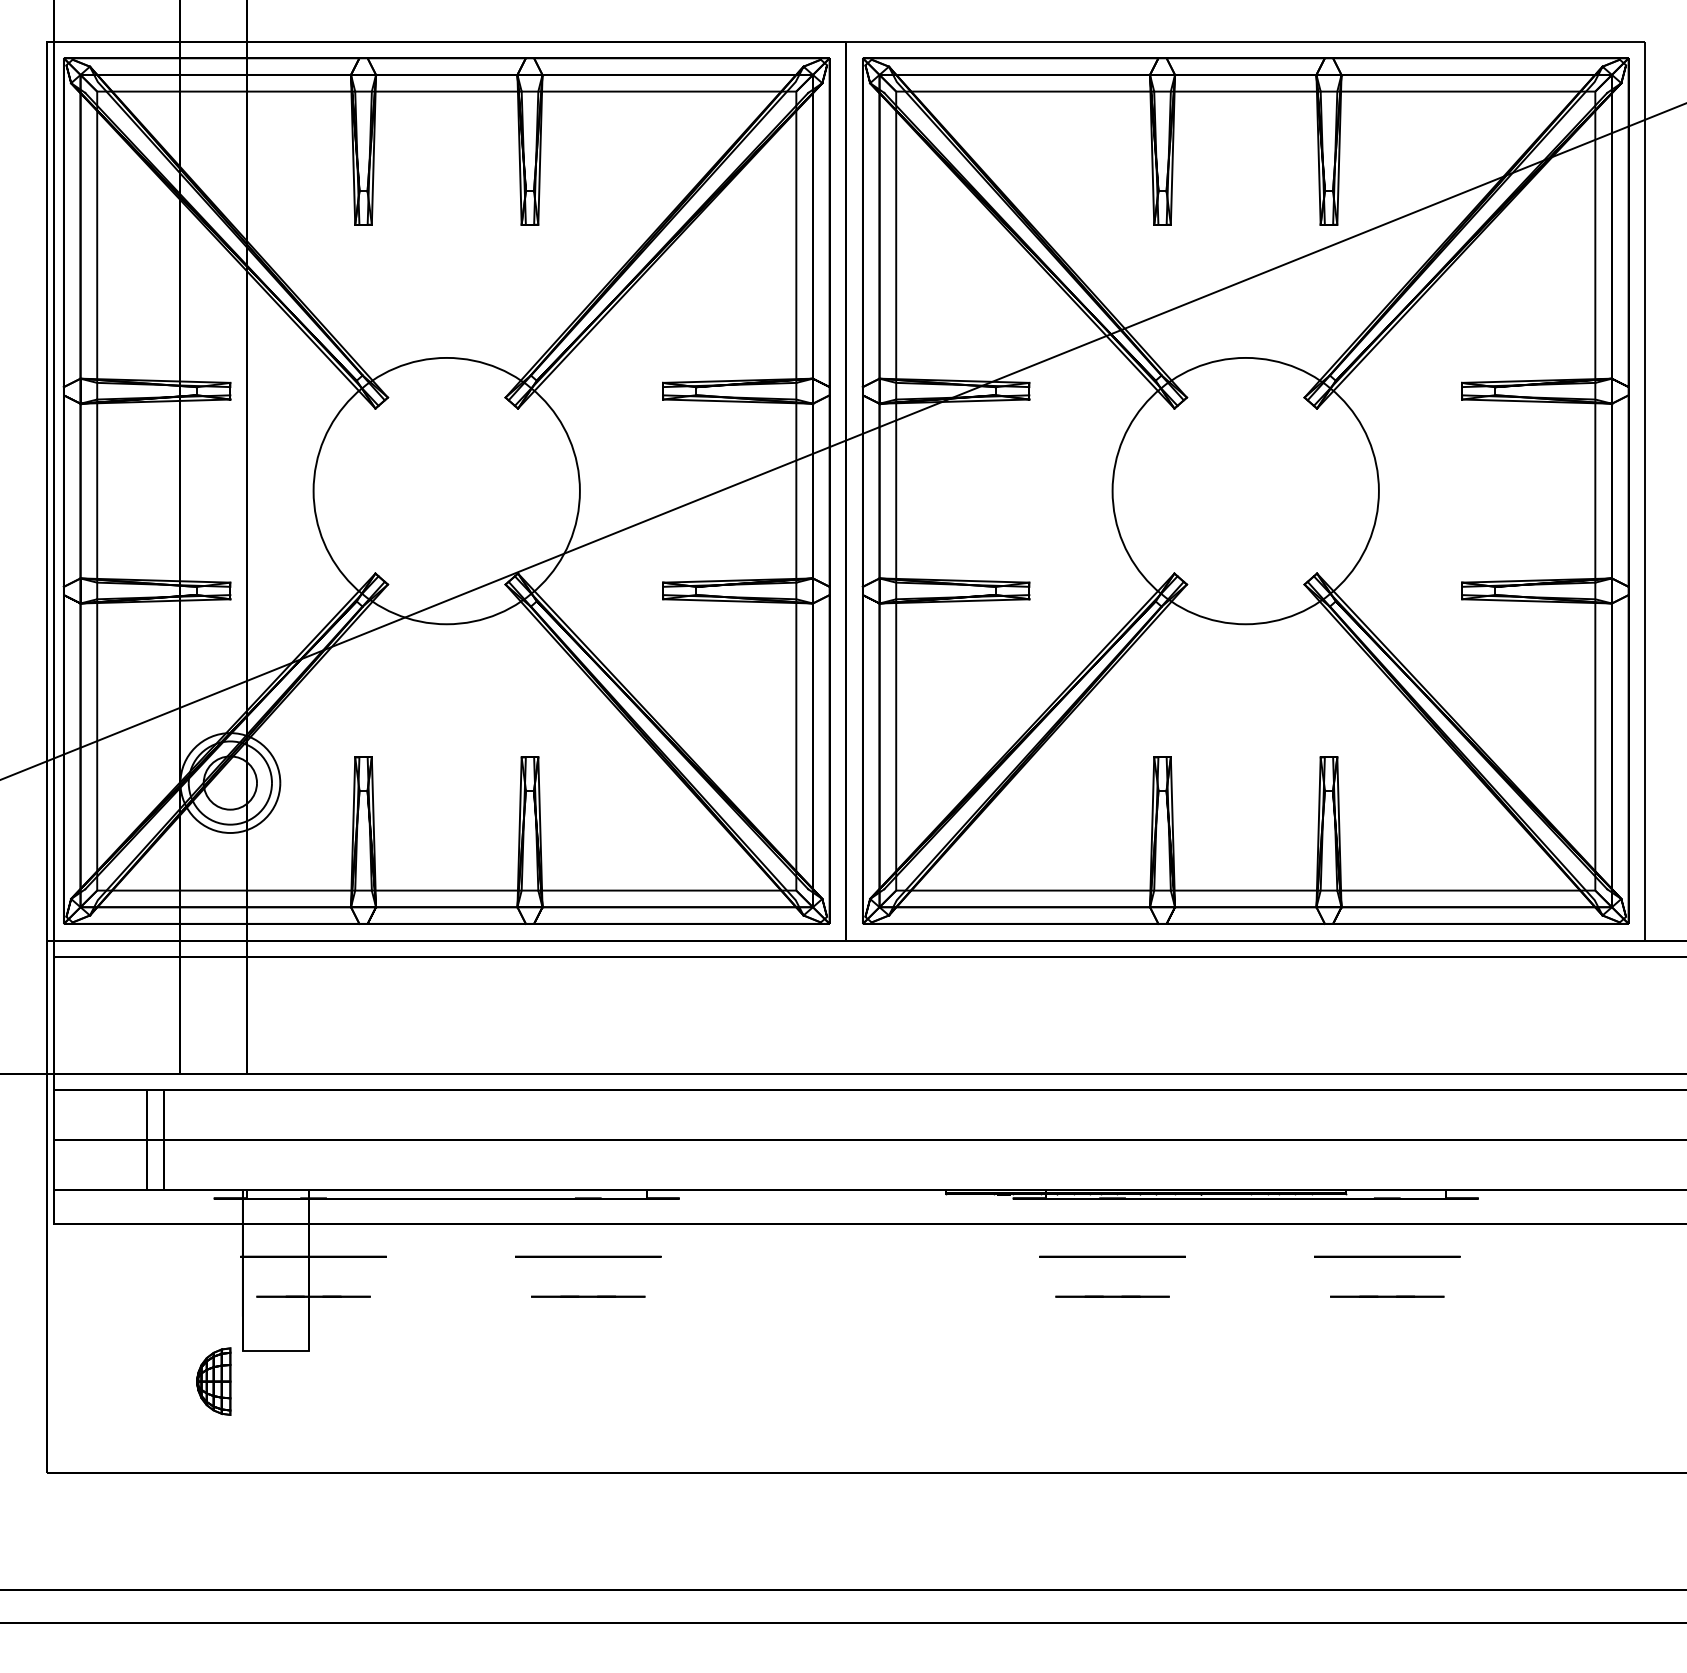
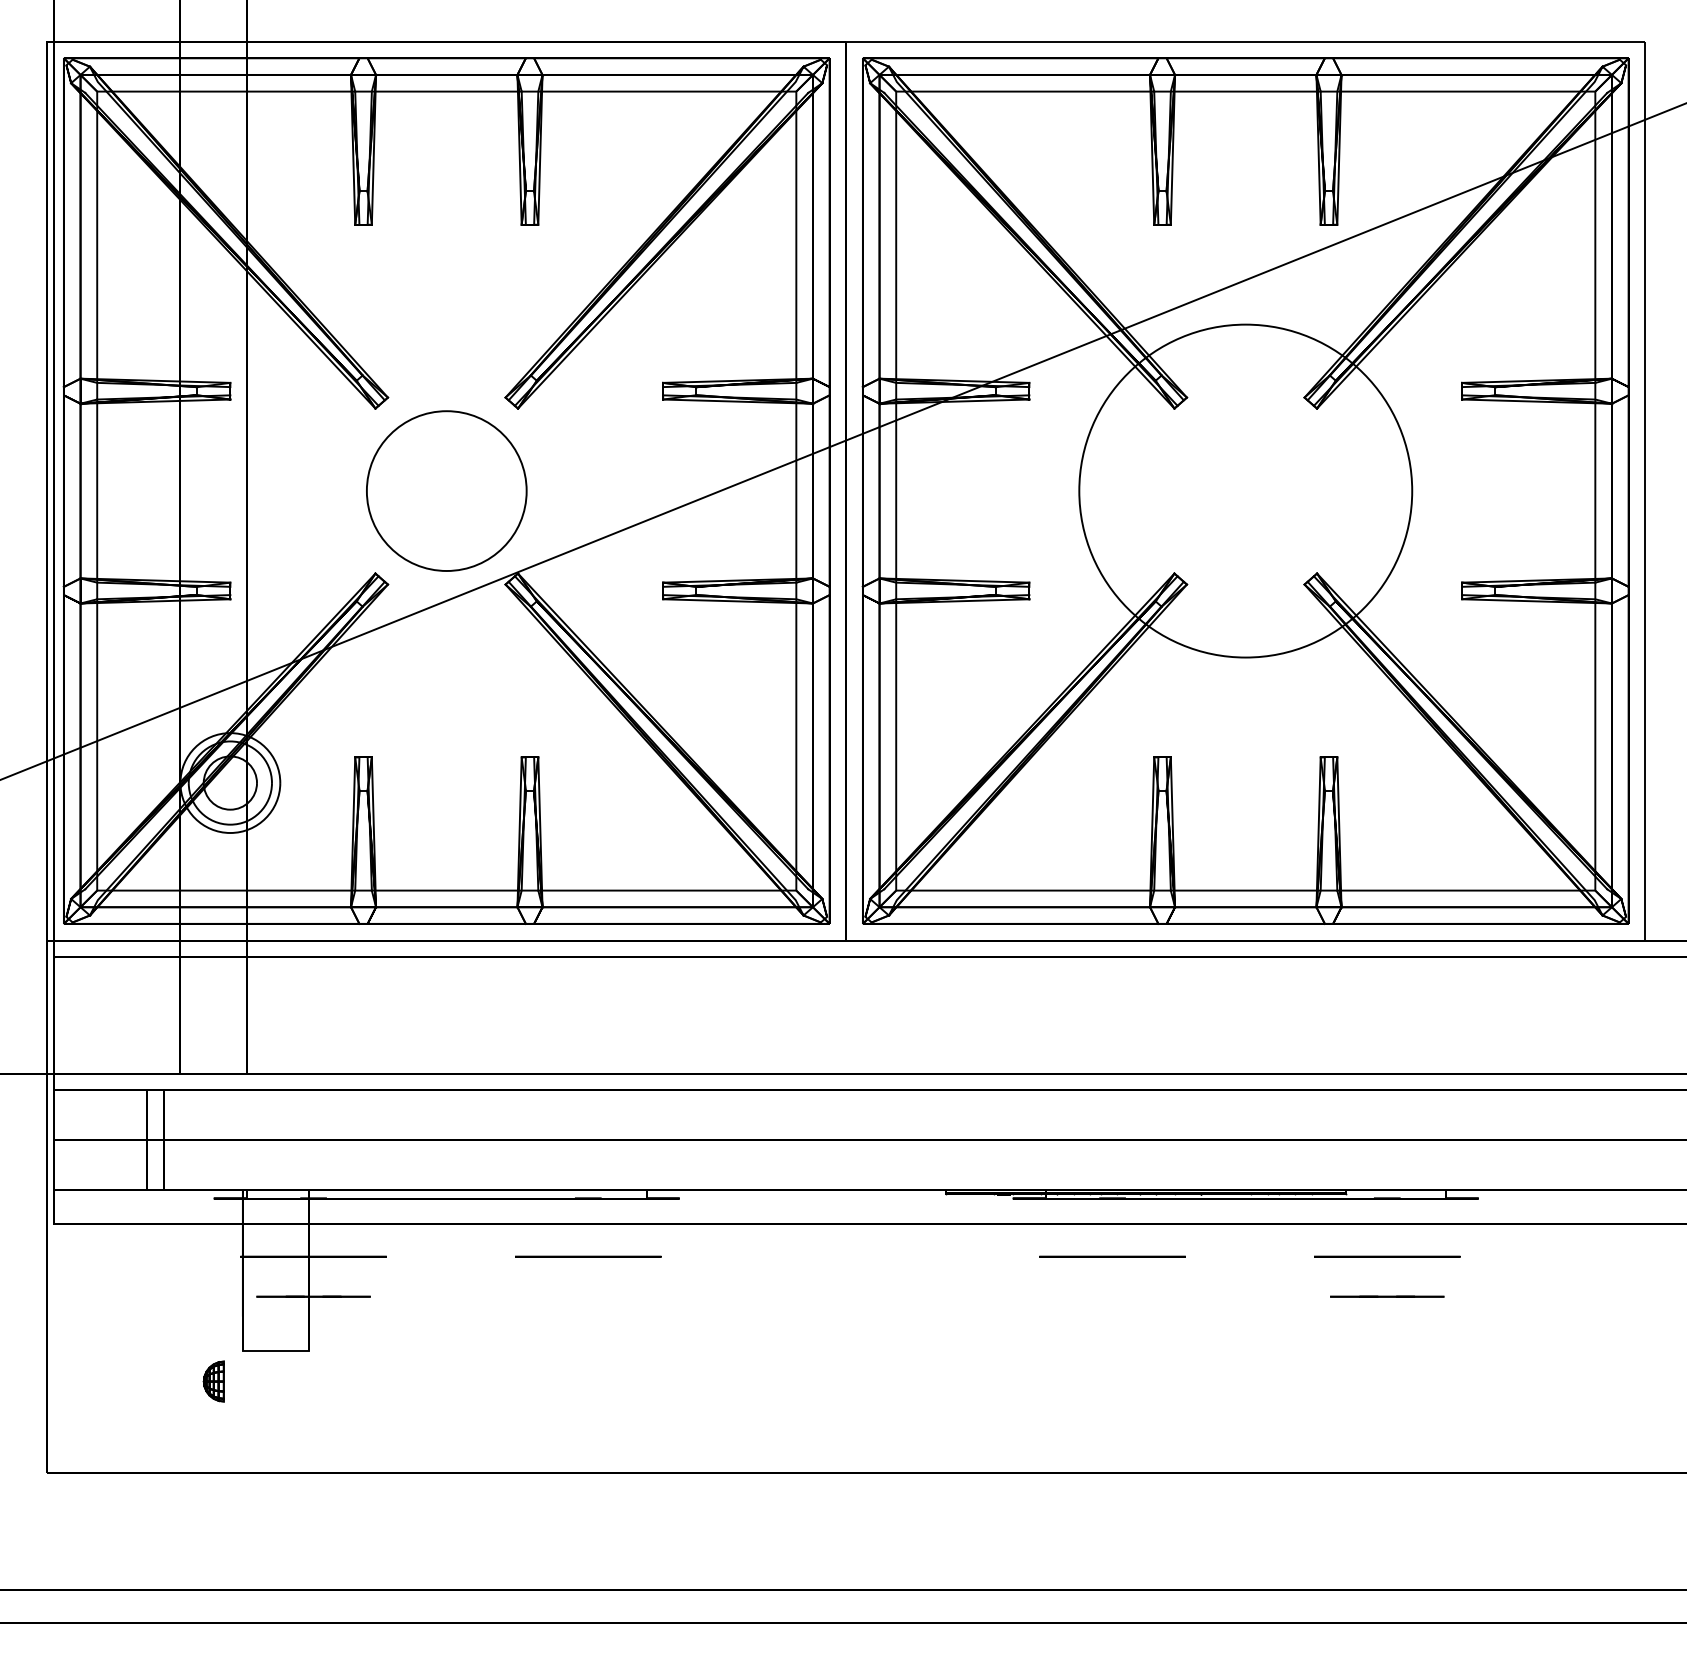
circle at (446, 490) diameter: 266 px -> 160 px
circle at (1245, 490) diameter: 266 px -> 333 px
line at (588, 1296): present -> none
line at (1112, 1296): present -> none
part at (213, 1381) size: 36x69 px -> 23x43 px
